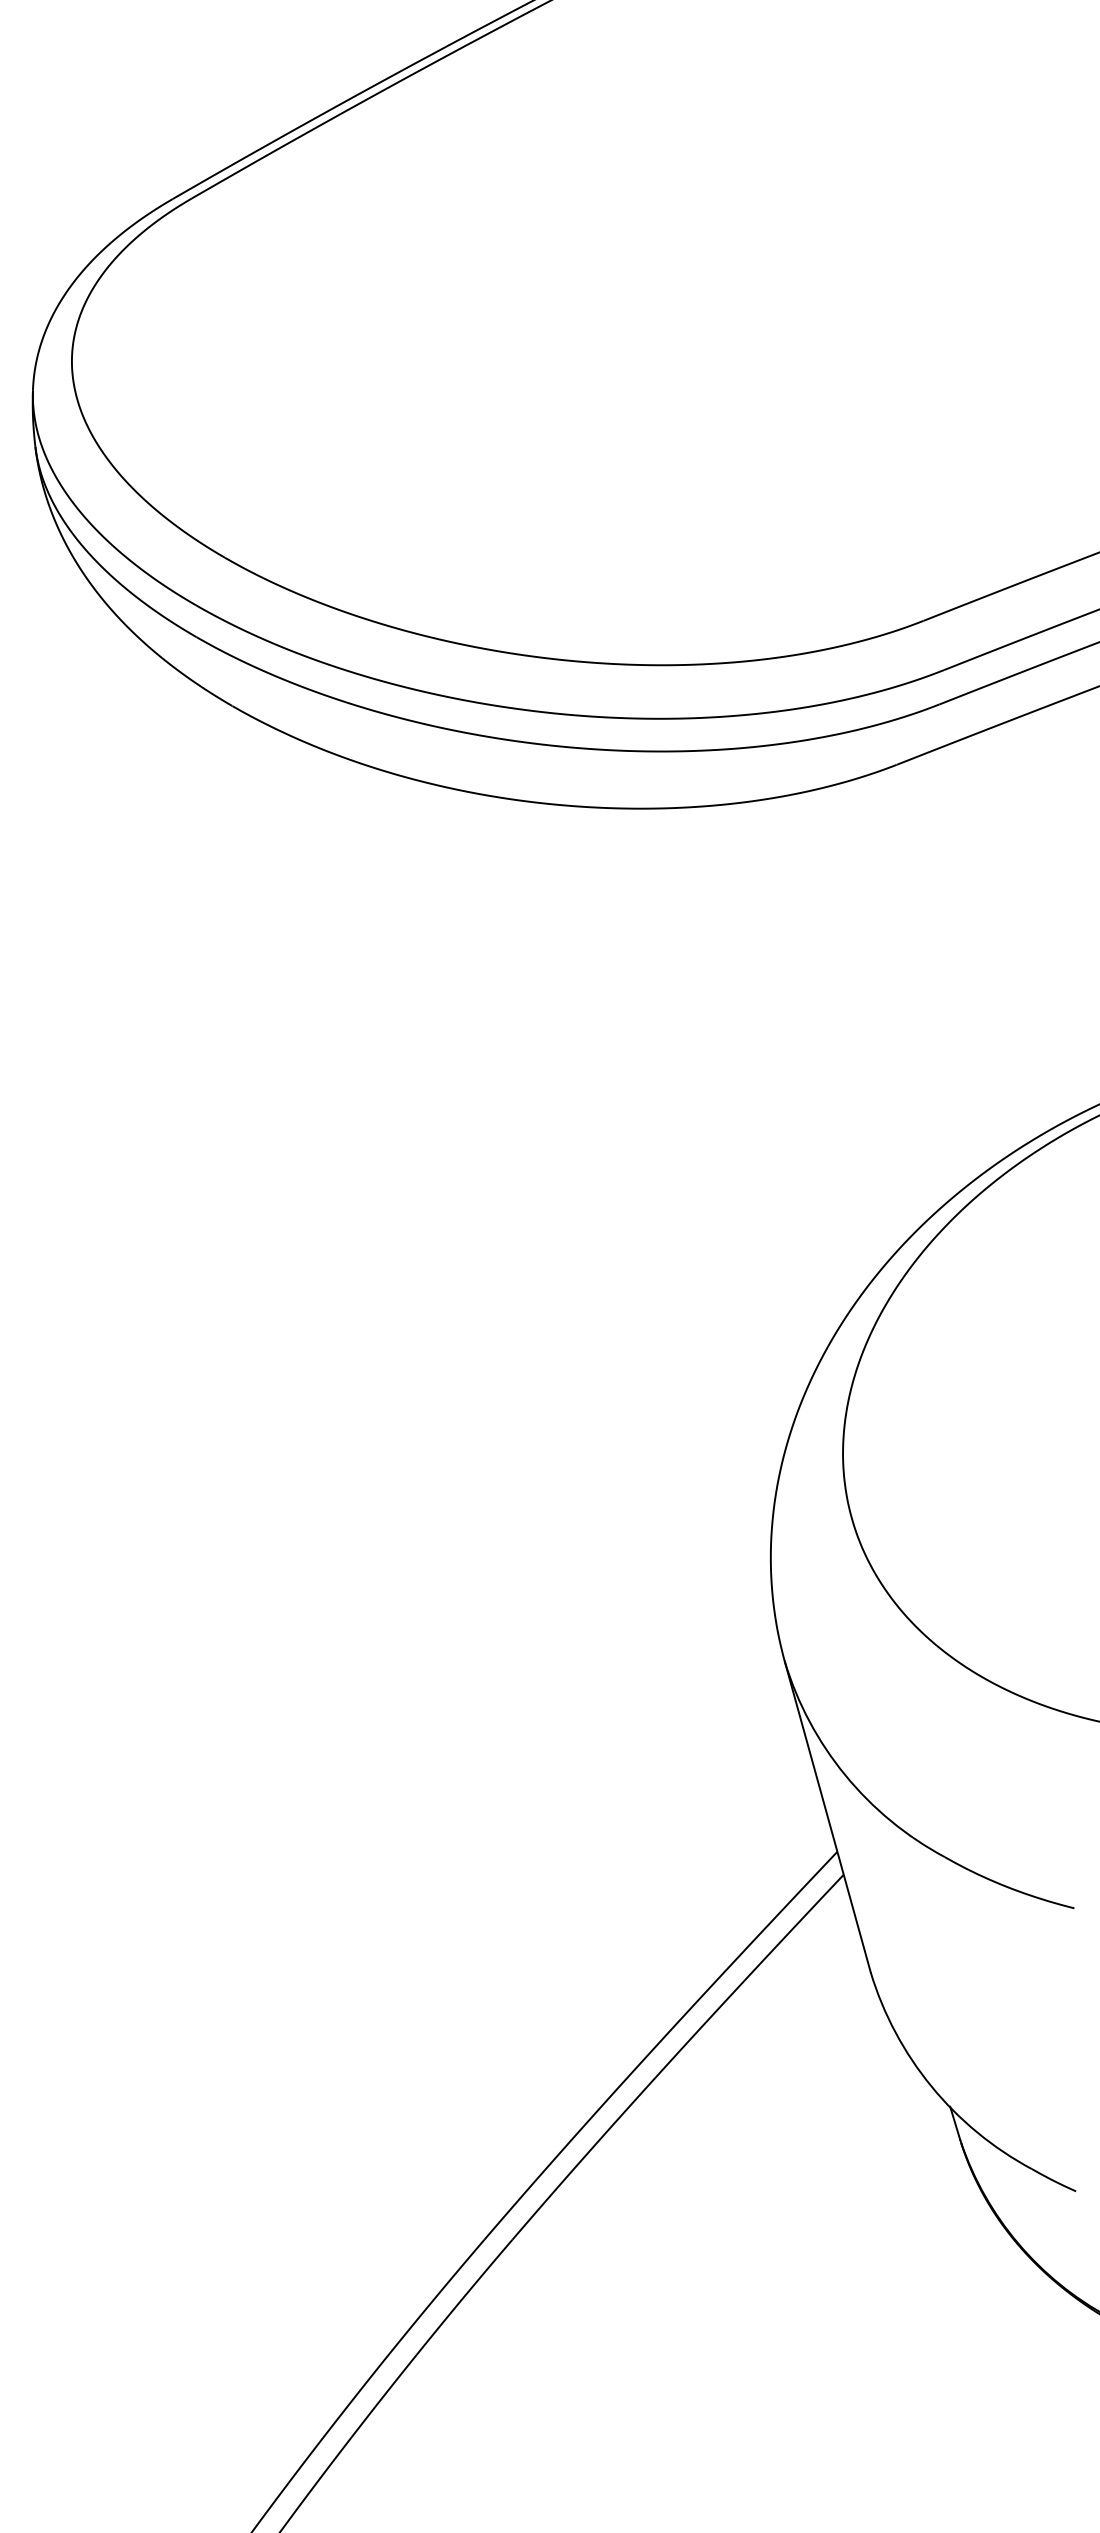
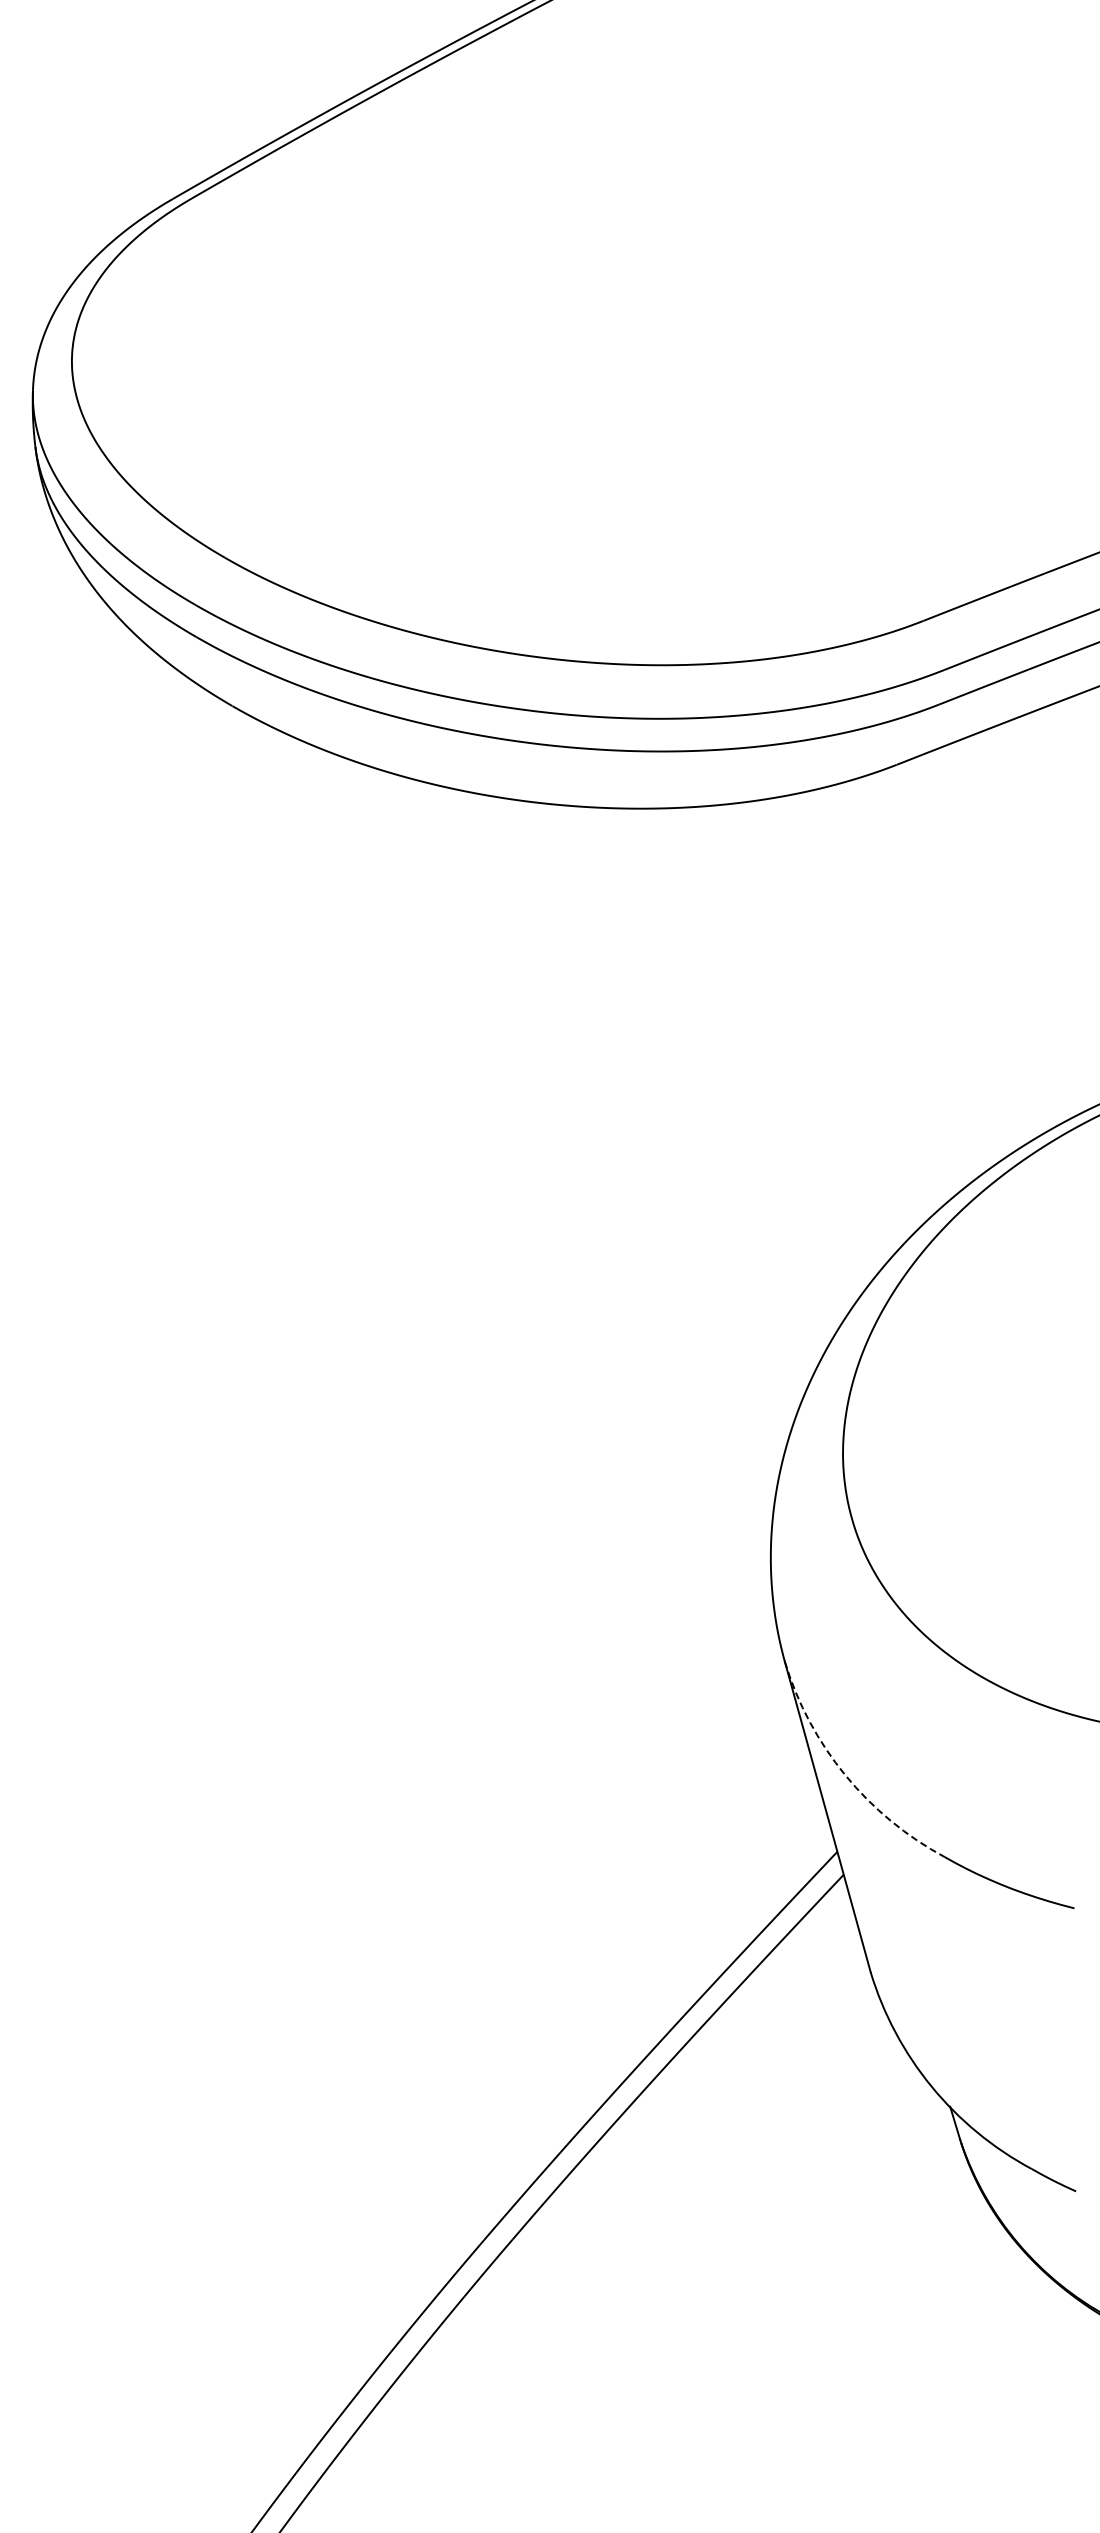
arc at (845, 1775): solid -> dashed
